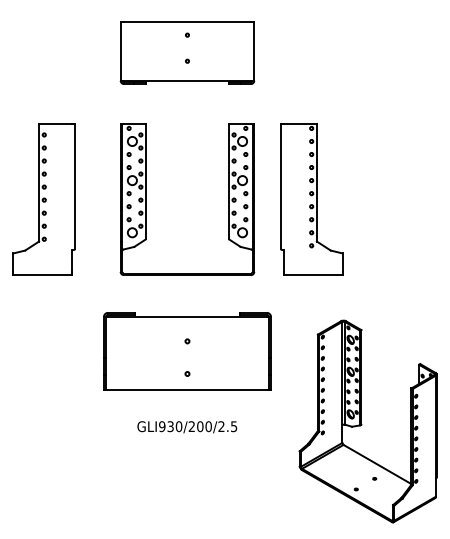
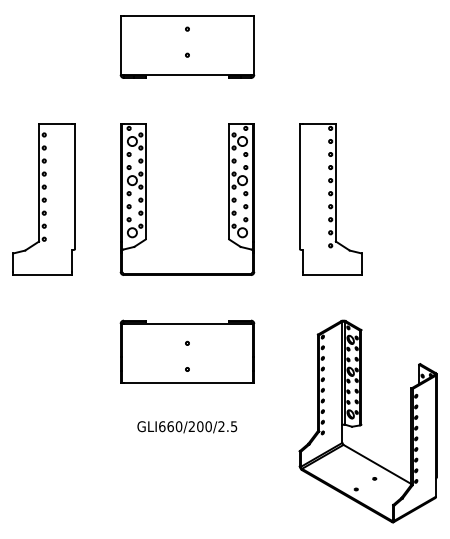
part at (187, 52) position: (187, 52) -> (187, 46)
part at (311, 199) position: (311, 199) -> (330, 199)
part at (187, 351) size: 169x79 px -> 137x65 px
text at (166, 426): GLI930/200/2.5 -> GLI660/200/2.5
